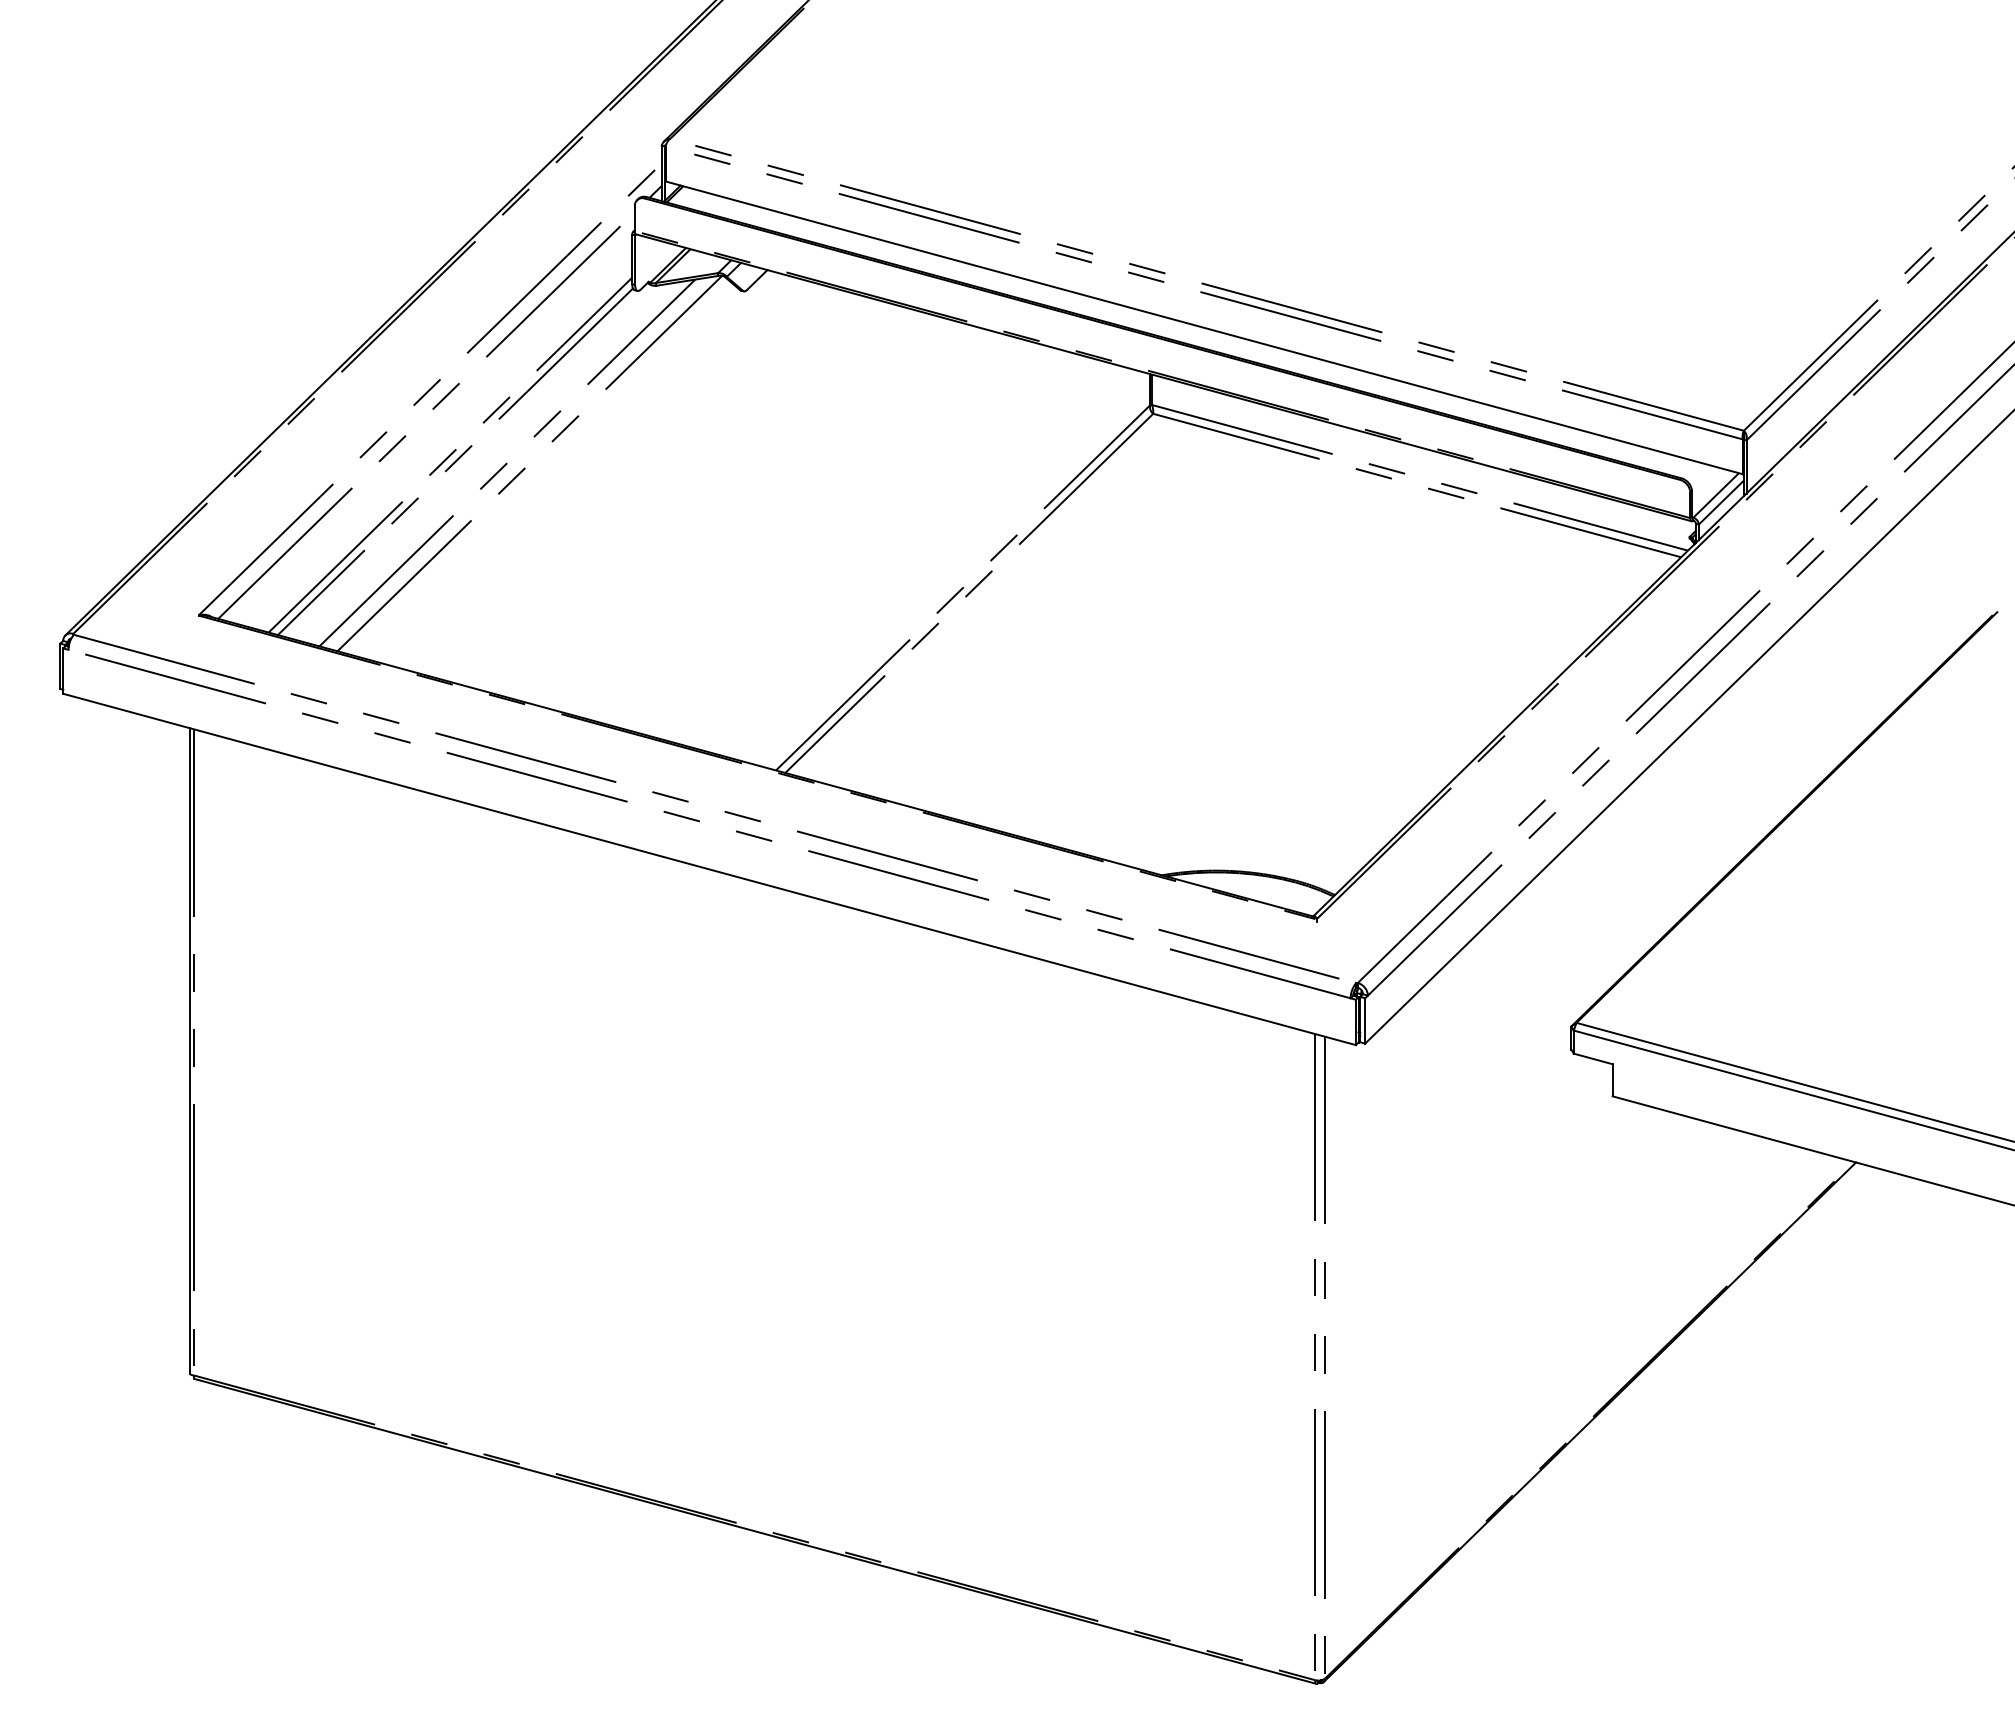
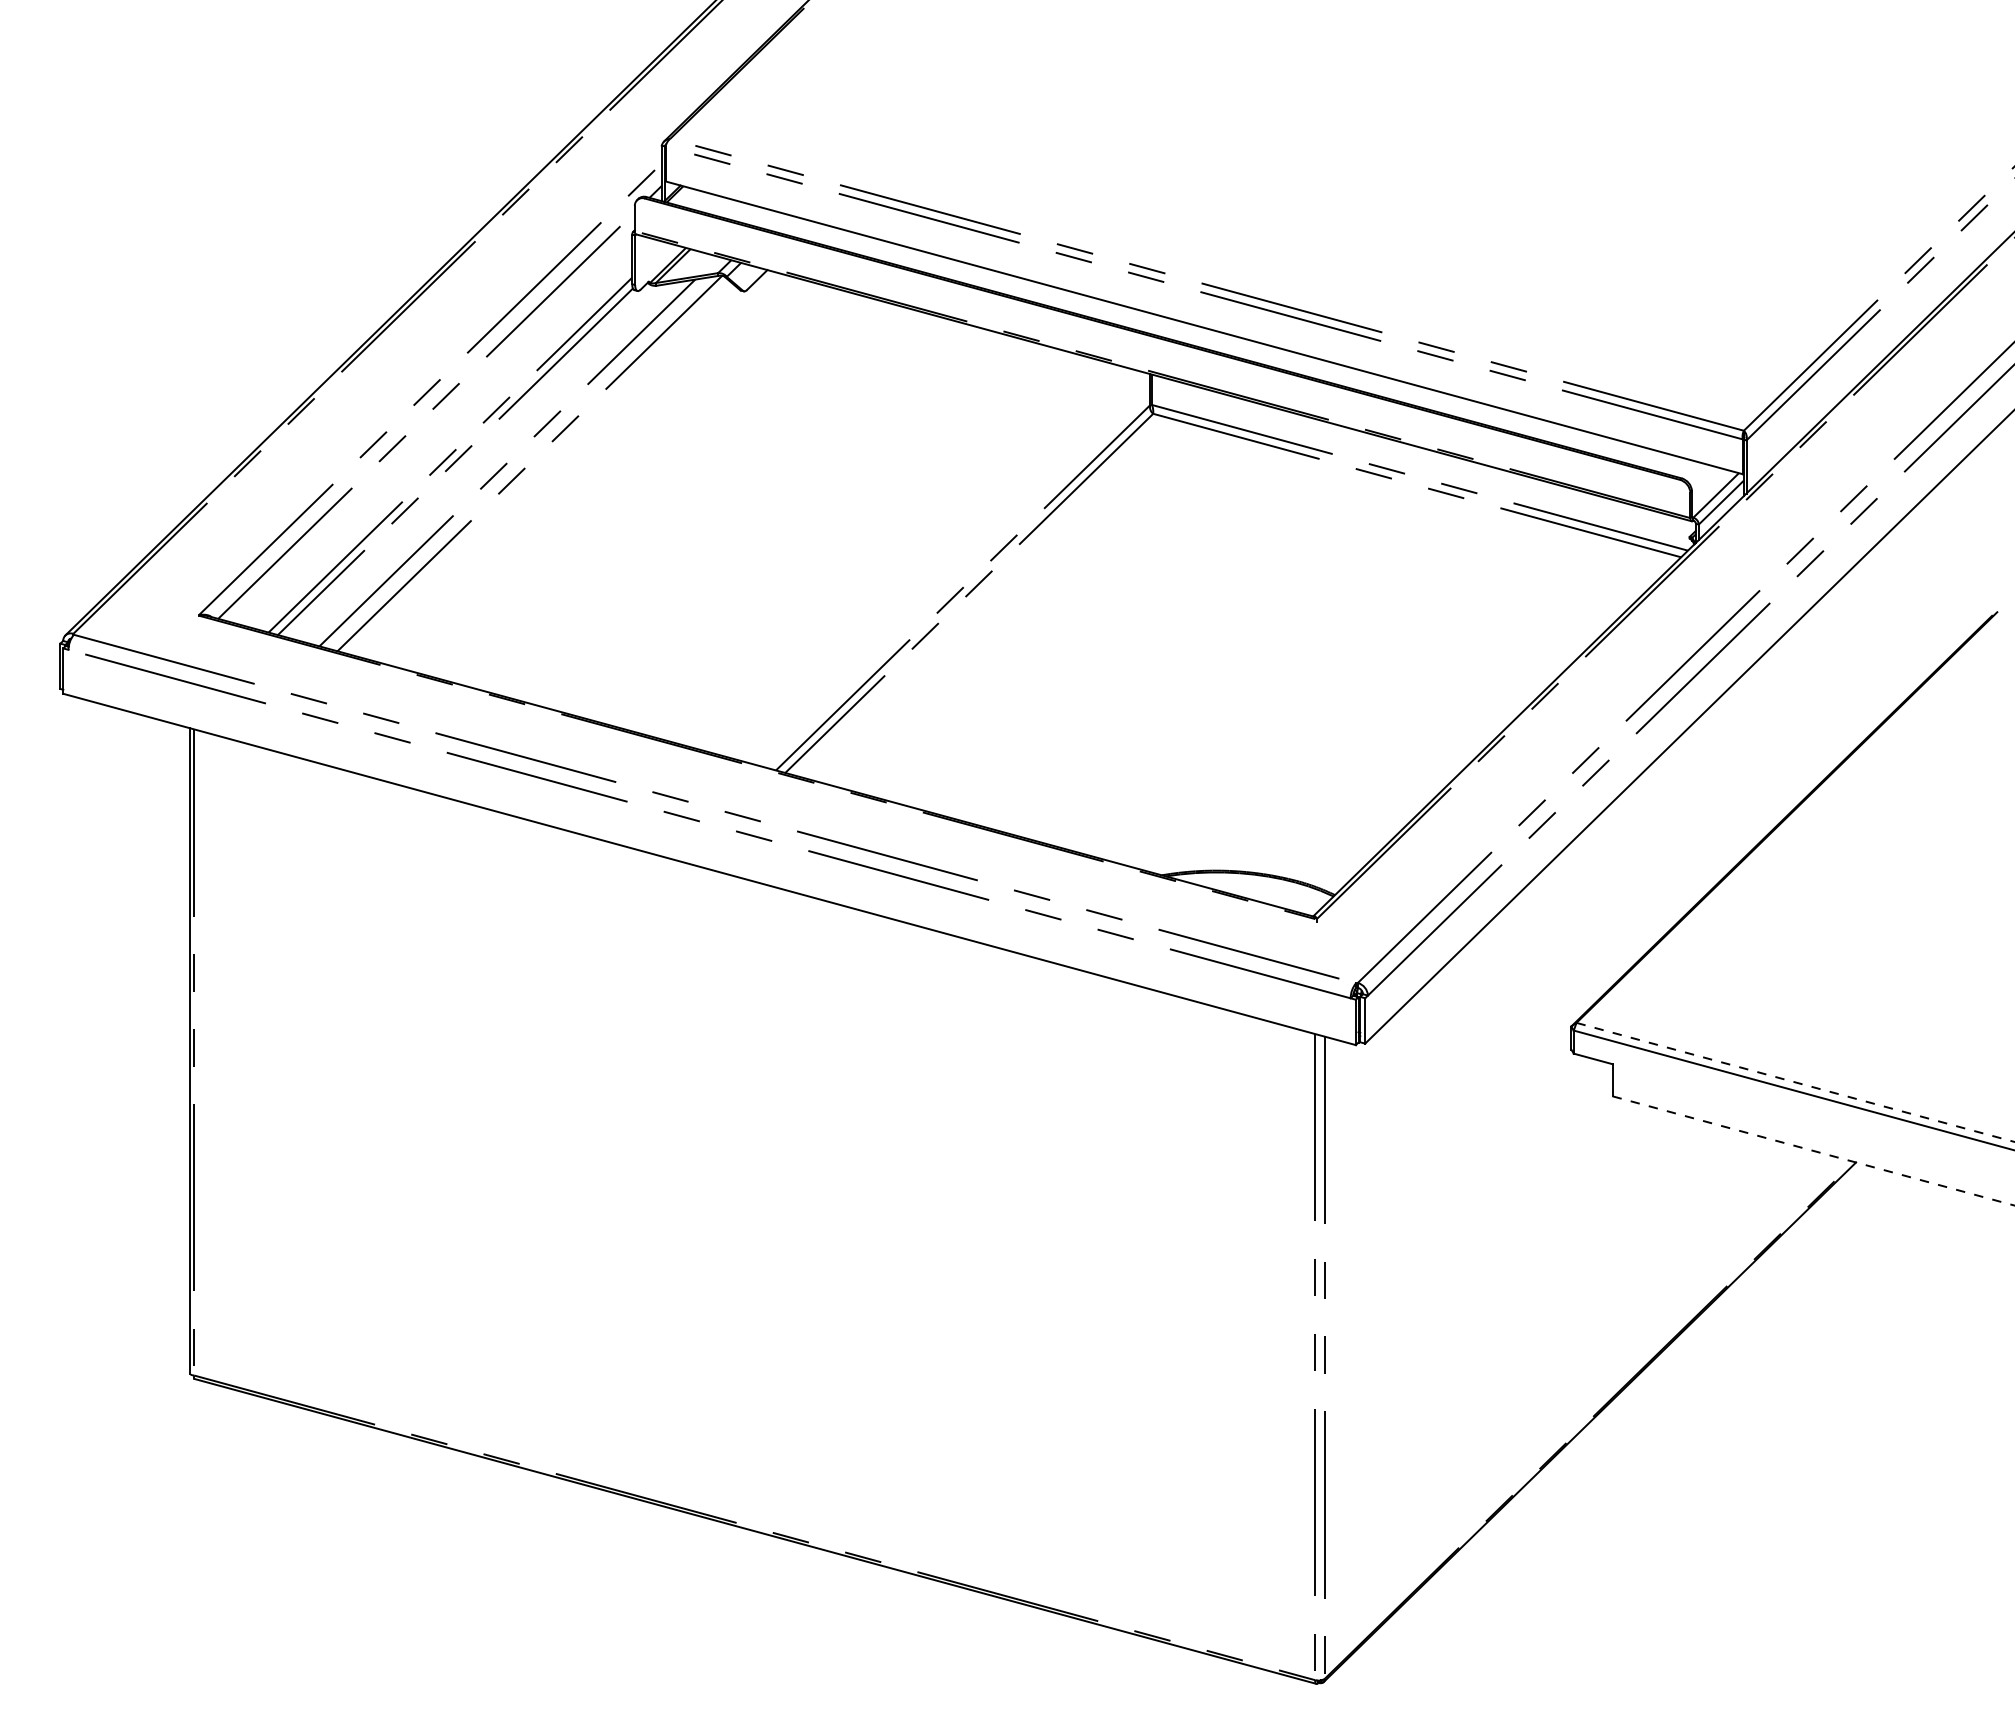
line at (1795, 1082): solid -> dashed
line at (1814, 1151): solid -> dashed
